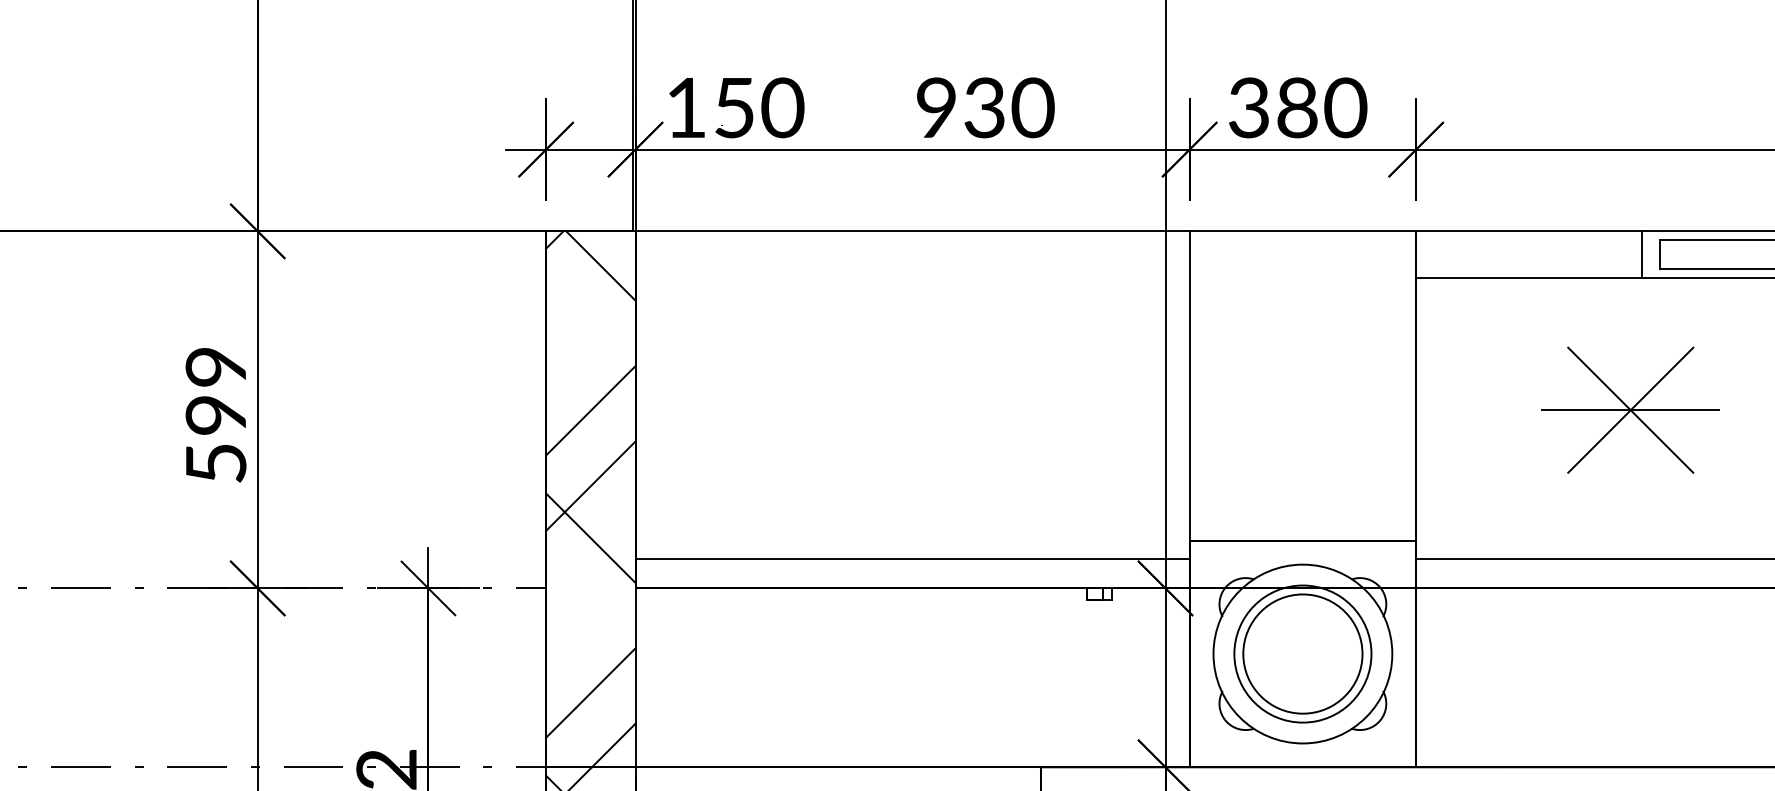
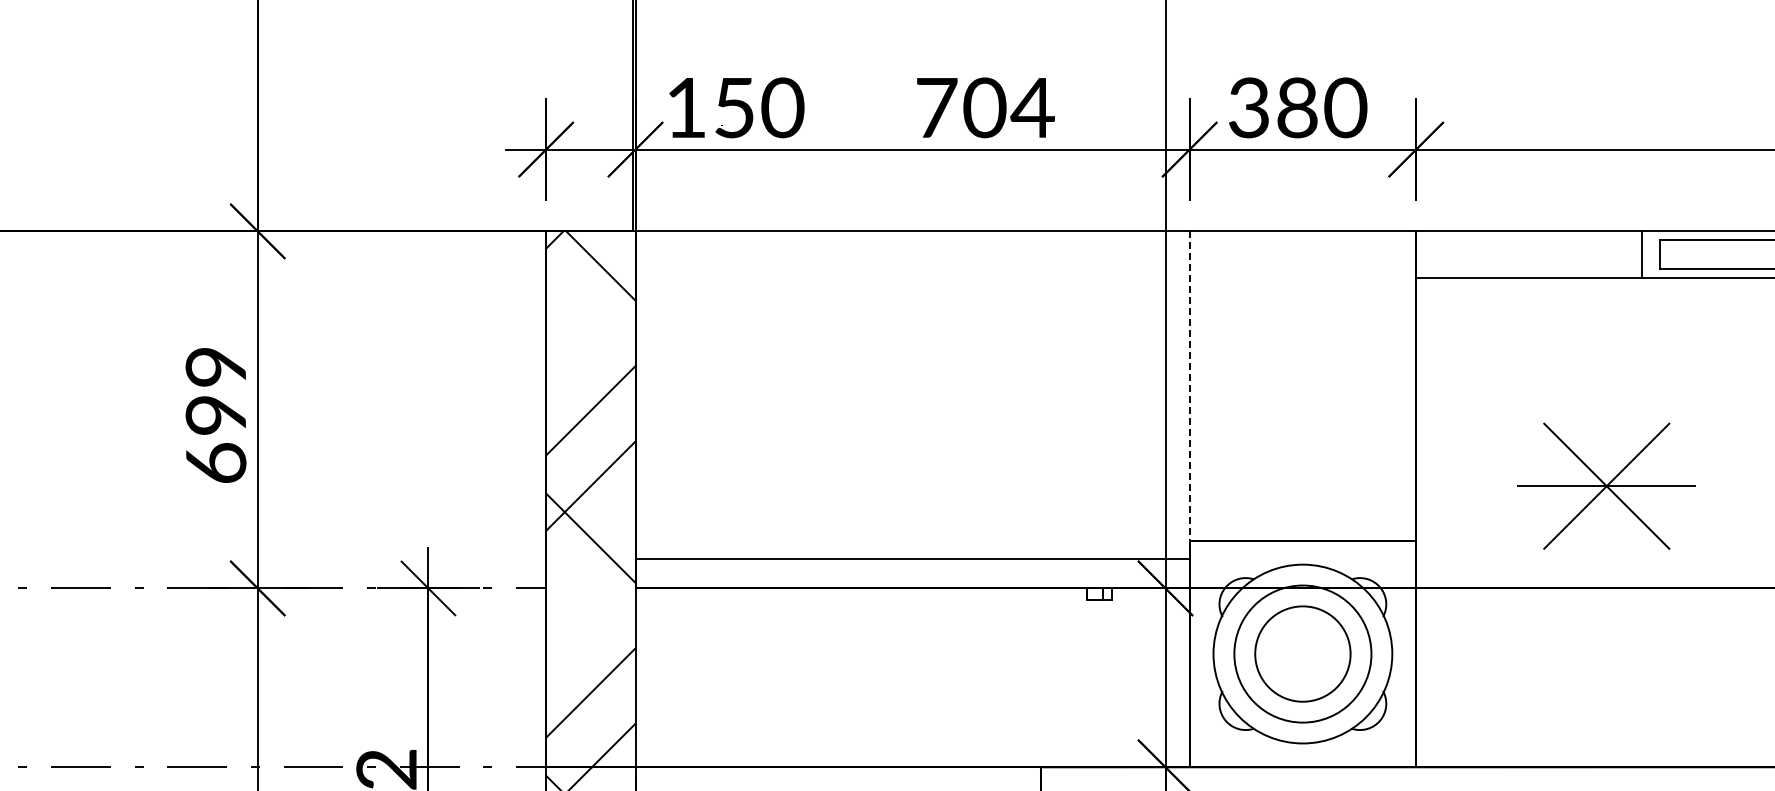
text at (985, 107): 930 -> 704
line at (1189, 409): solid -> dashed
part at (1630, 409) position: (1630, 409) -> (1606, 485)
text at (216, 462): 599 -> 699
line at (1593, 558): present -> none
circle at (1302, 653) diameter: 119 px -> 95 px
